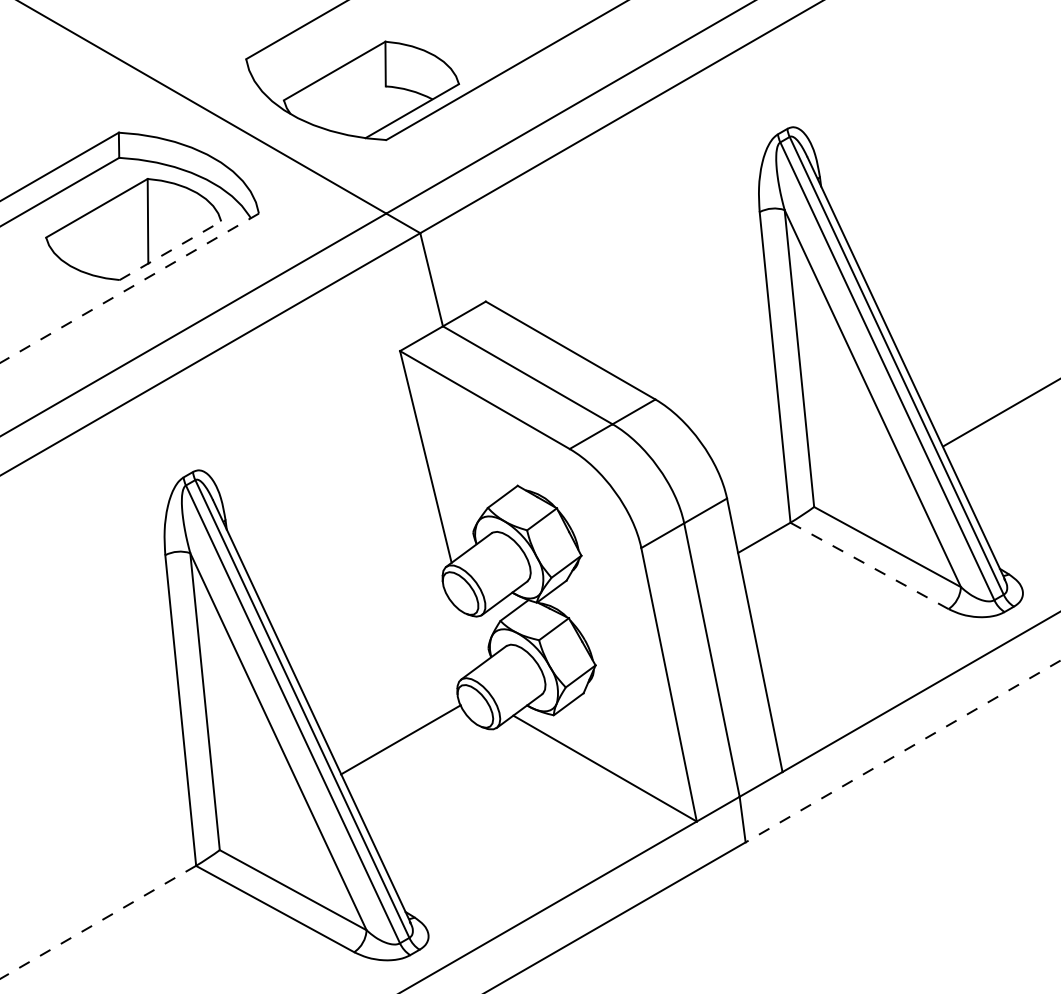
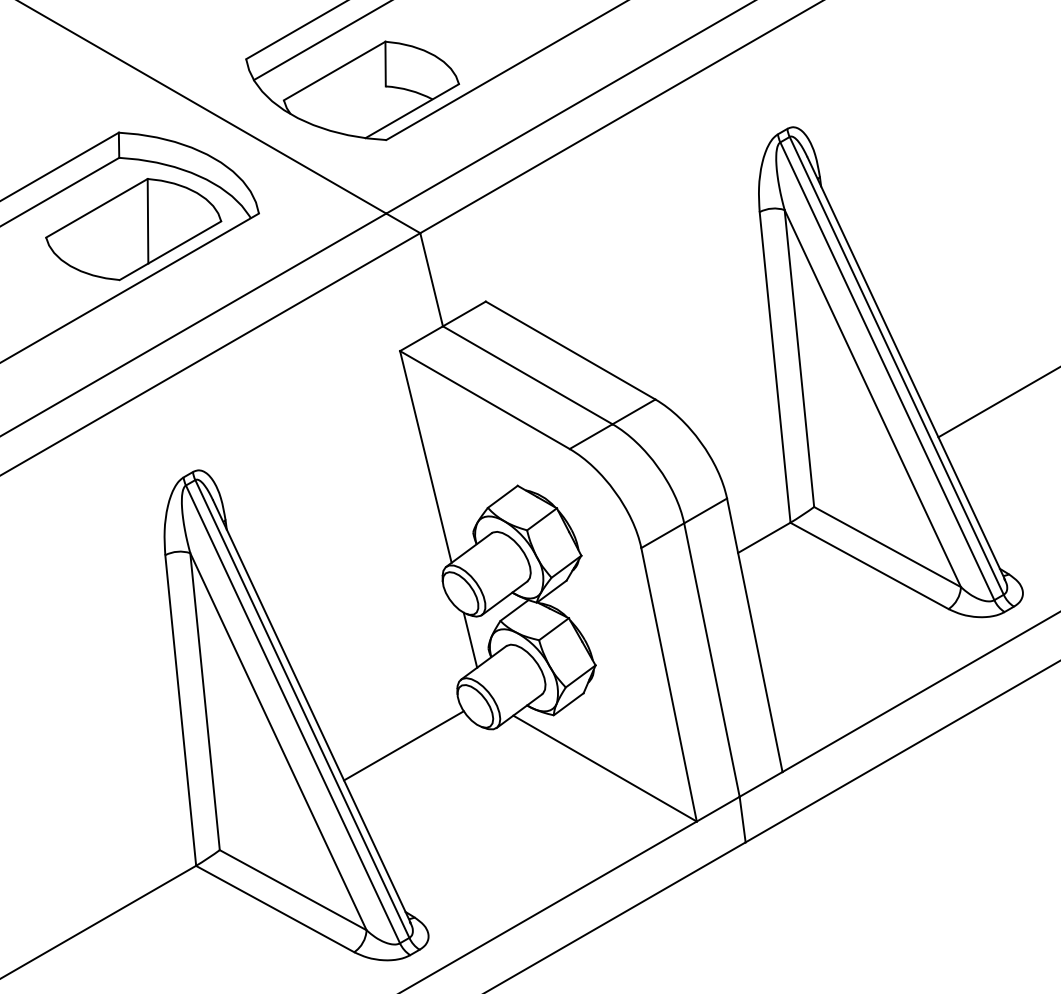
line at (320, 41): none -> present
line at (170, 250): dashed -> solid
line at (129, 288): dashed -> solid
line at (1000, 413) position: (1000, 413) -> (997, 402)
line at (869, 565): dashed -> solid
line at (470, 639): none -> present
line at (400, 739) position: (400, 739) -> (403, 745)
line at (903, 751): dashed -> solid
line at (98, 922): dashed -> solid
